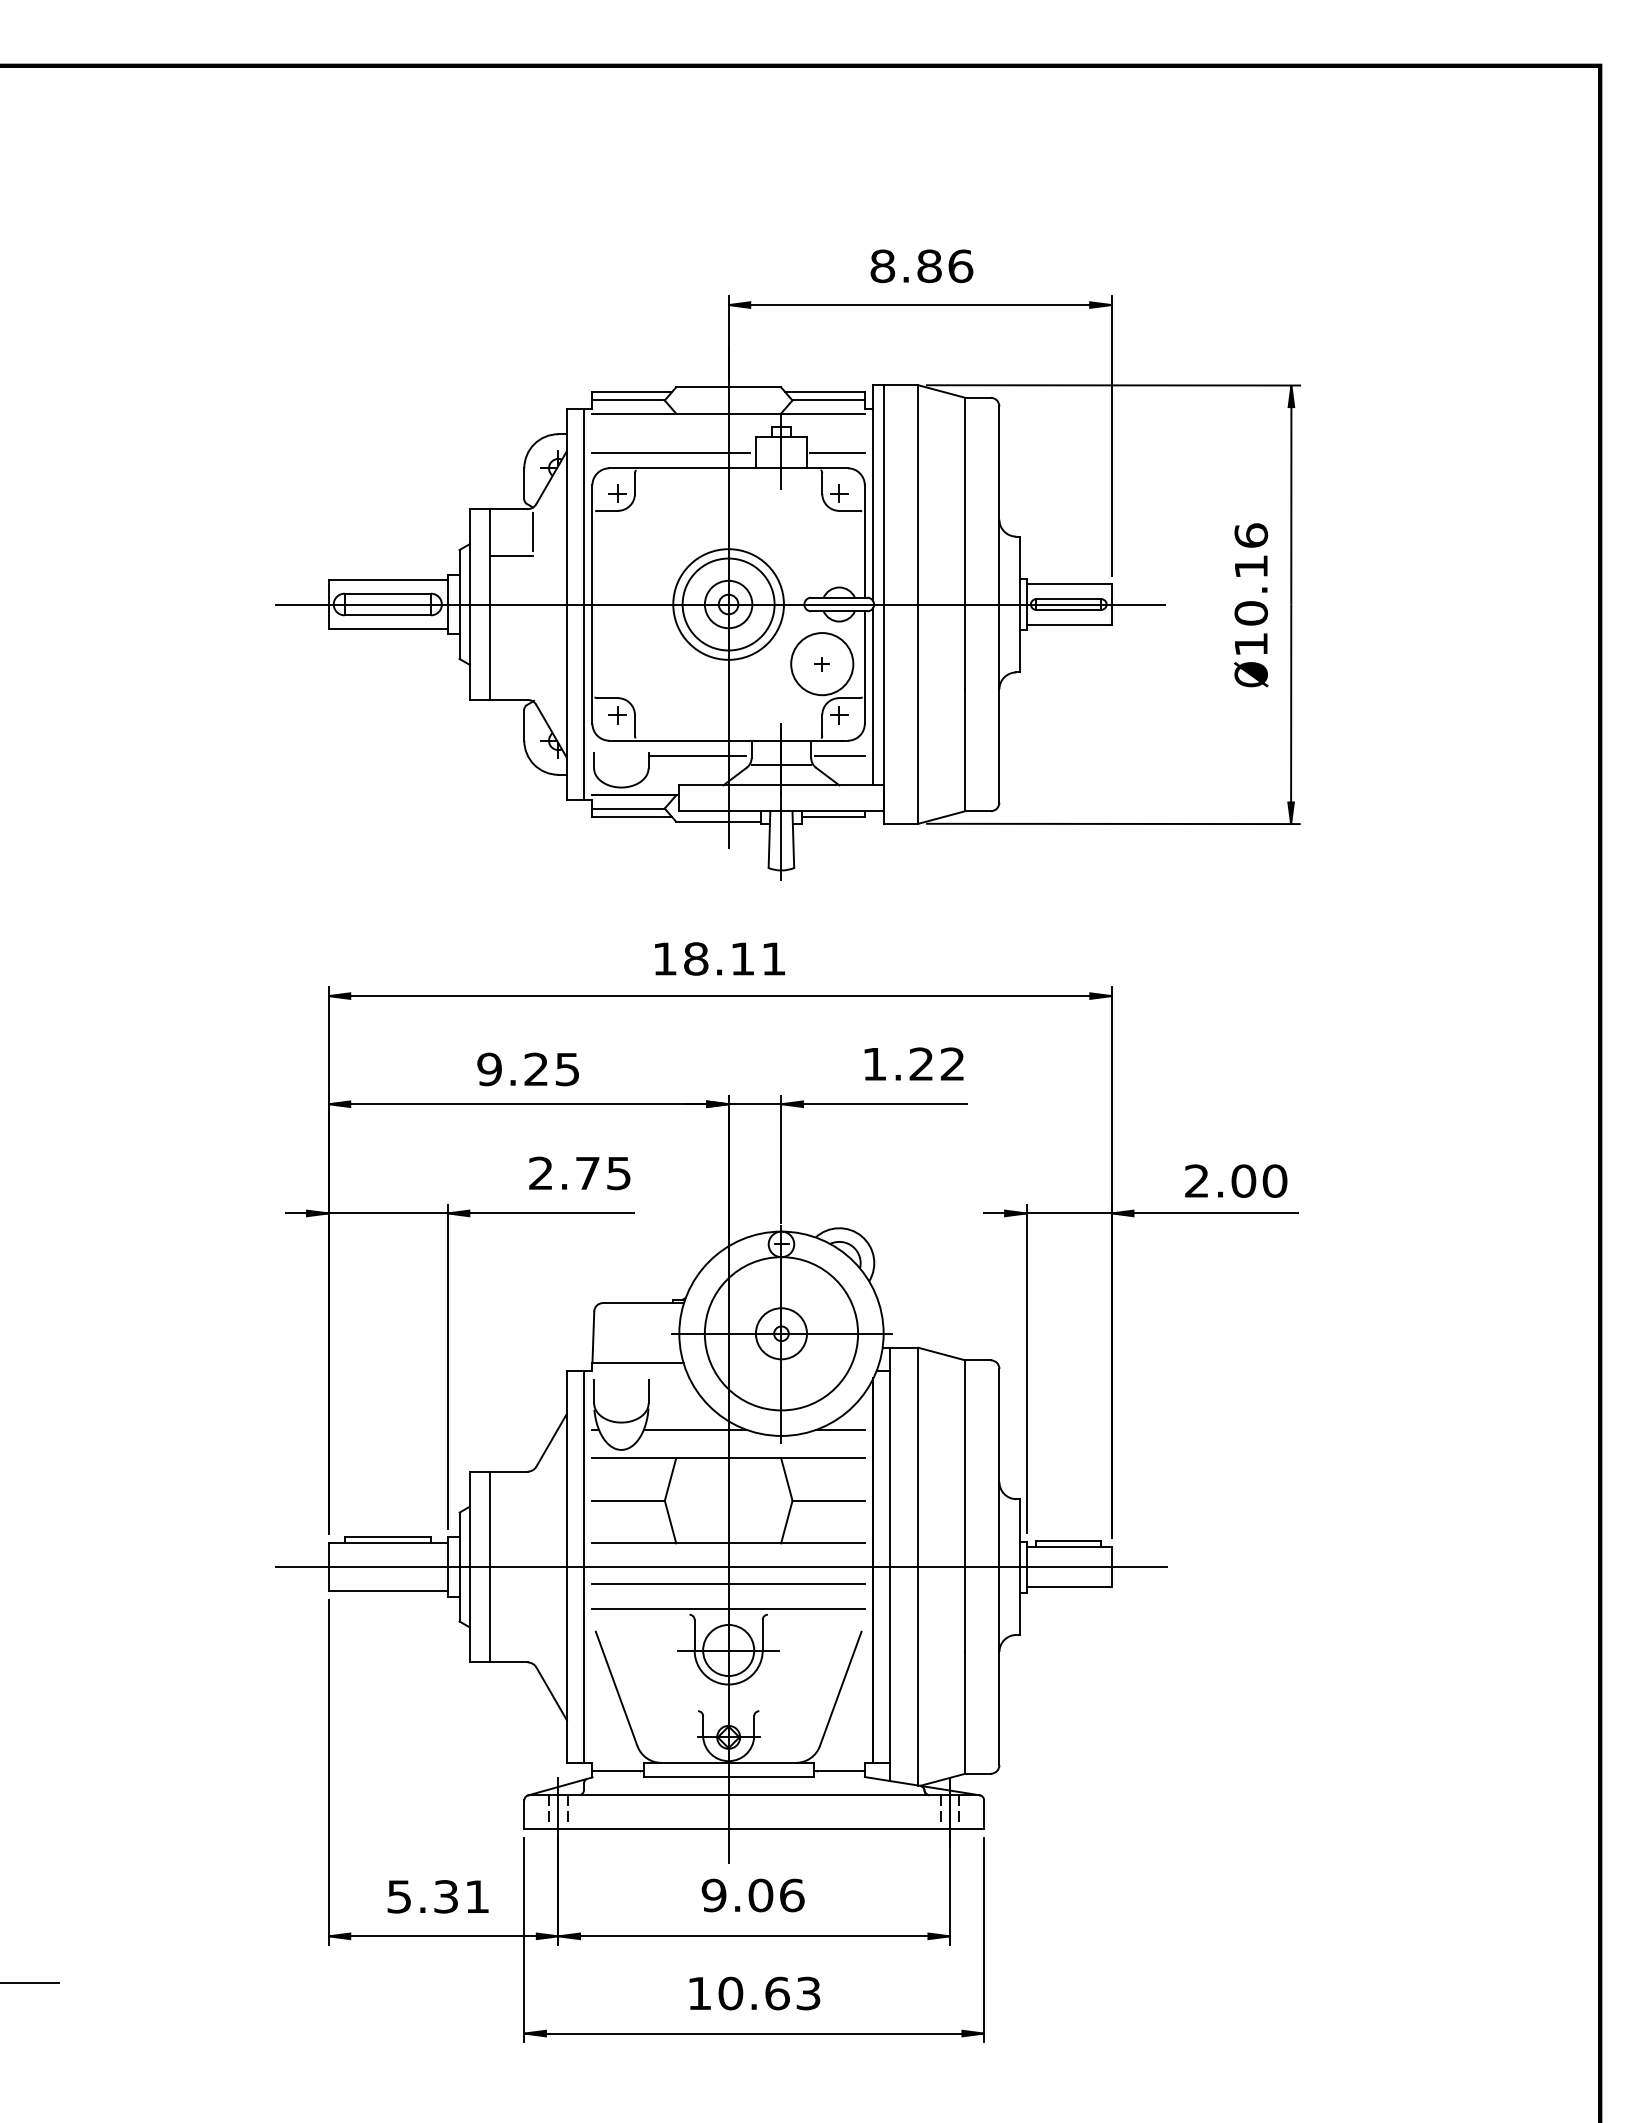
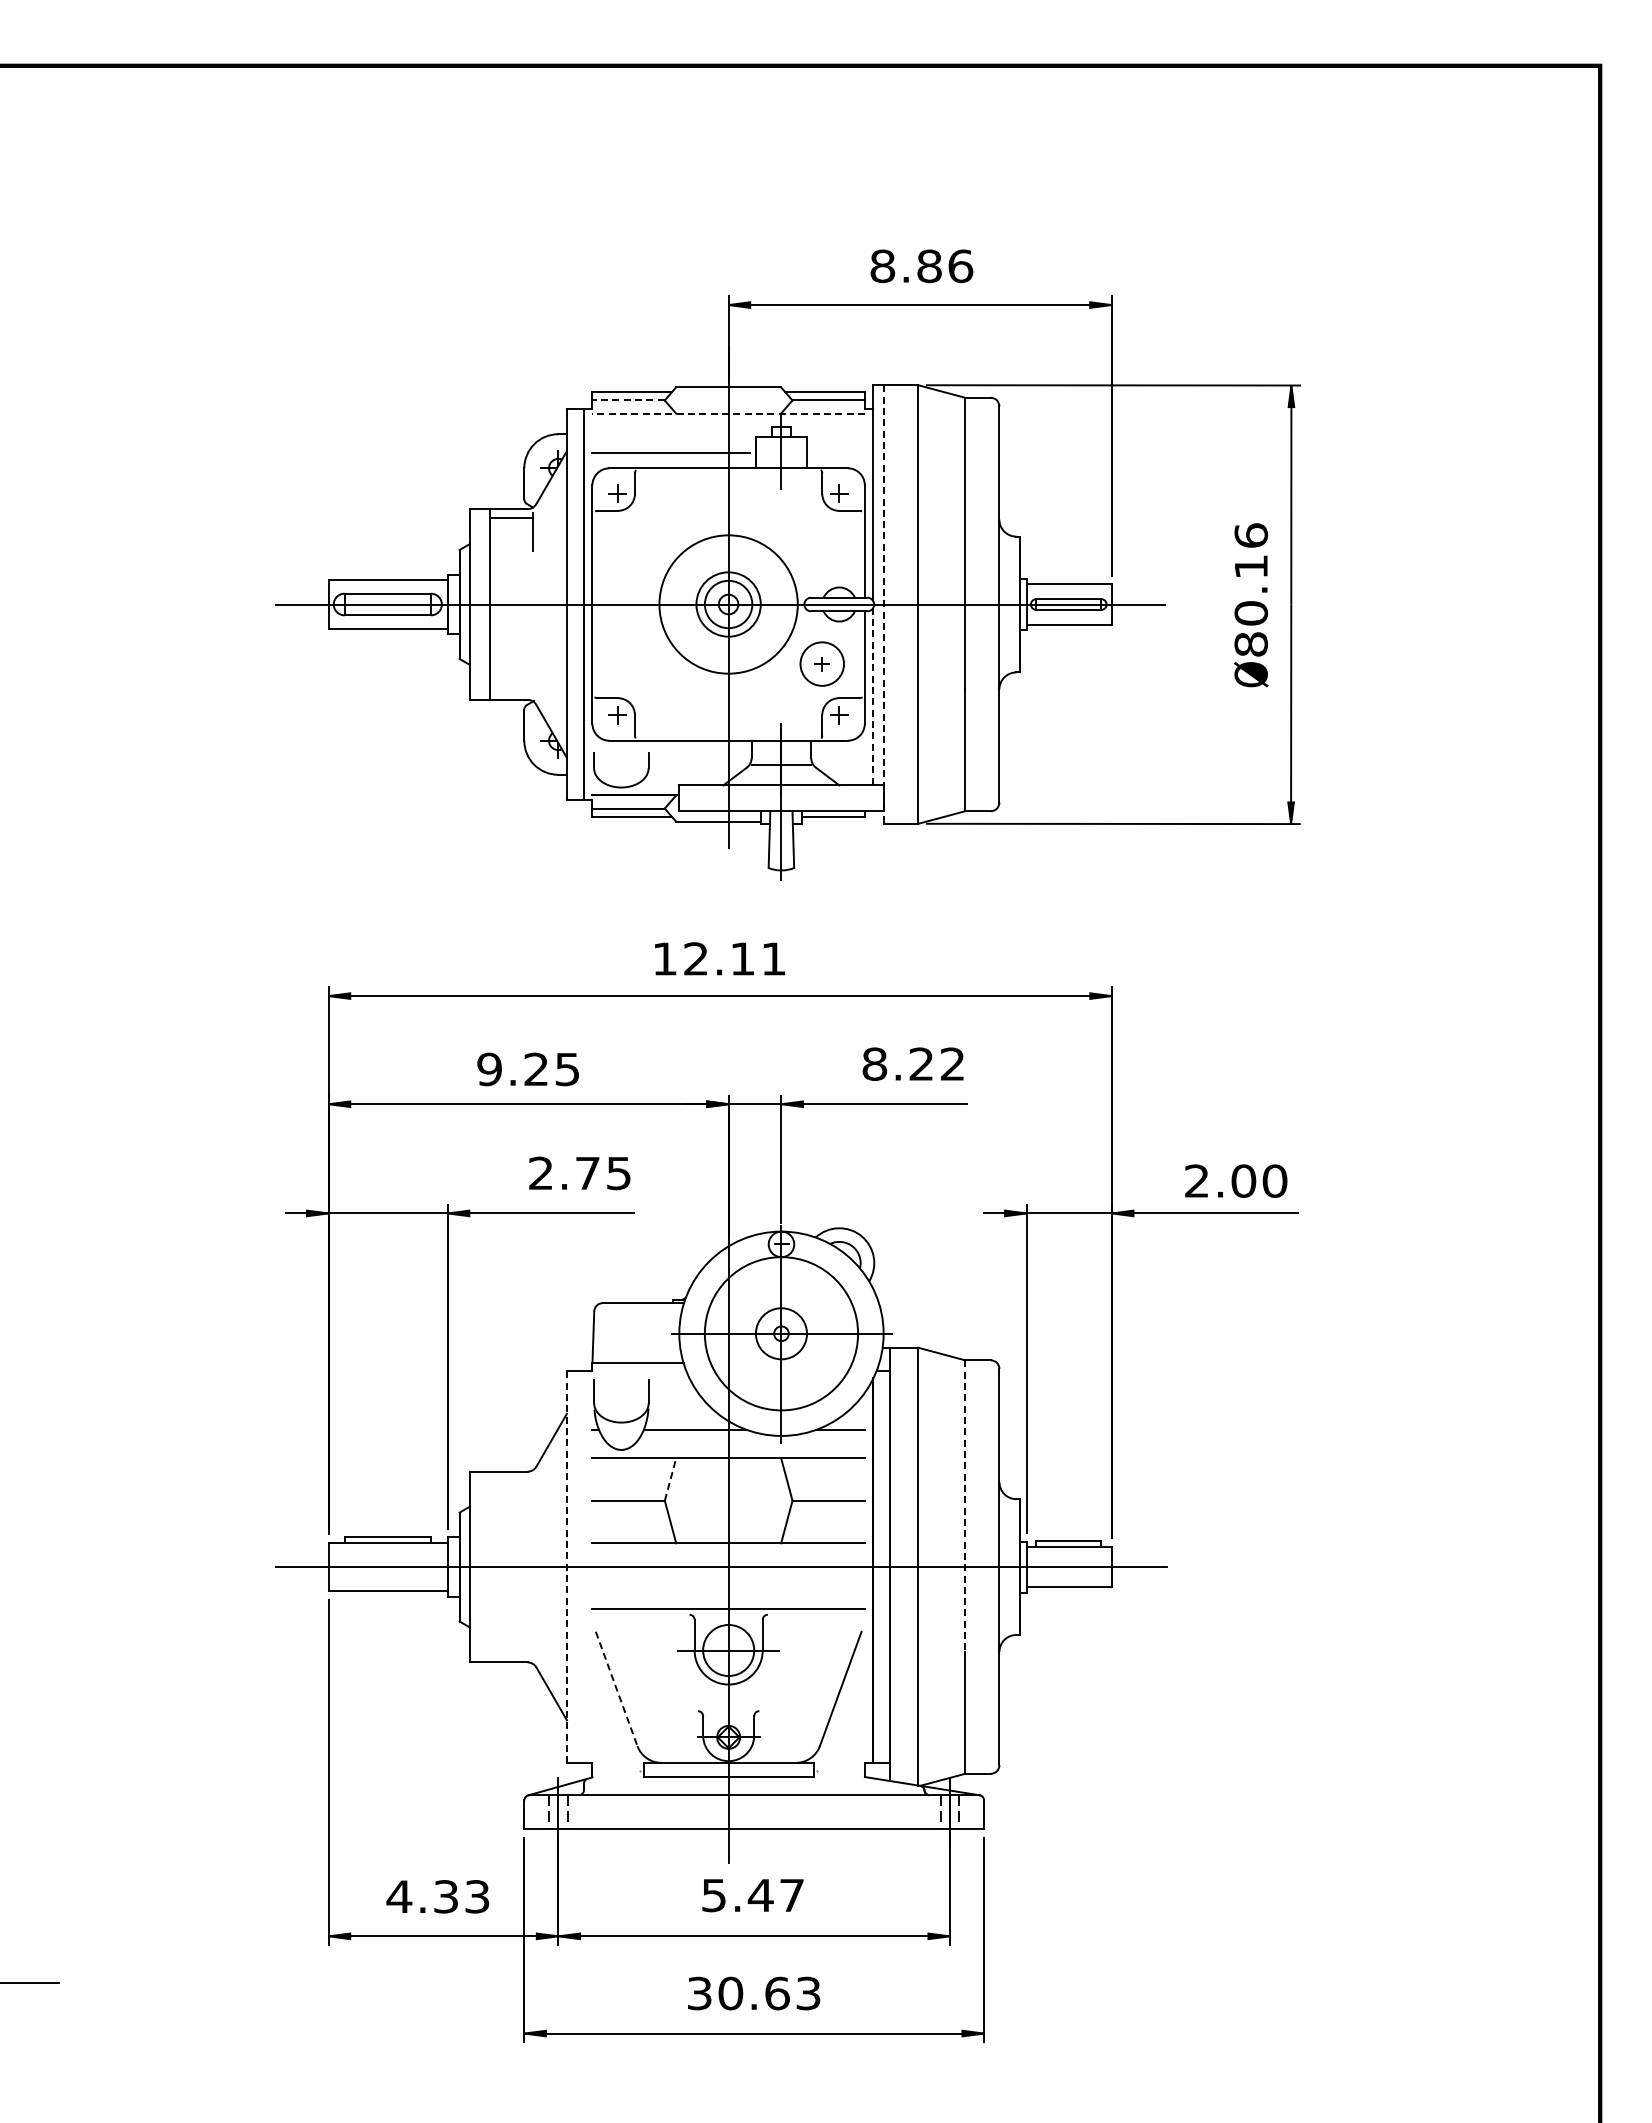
line at (628, 400): solid -> dashed
line at (728, 413): solid -> dashed
line at (836, 452): present -> none
line at (511, 556) position: (511, 556) -> (511, 518)
circle at (728, 604) diameter: 111 px -> 138 px
circle at (728, 604) diameter: 92 px -> 64 px
line at (883, 605): solid -> dashed
text at (1250, 644): 10.16 -> 80.16
circle at (822, 664) diameter: 62 px -> 44 px
line at (873, 696): solid -> dashed
line at (697, 756): present -> none
line at (839, 756): present -> none
text at (696, 958): 18.11 -> 12.11
text at (874, 1063): 1.22 -> 8.22
line at (670, 1479): solid -> dashed
line at (965, 1506): solid -> dashed
line at (490, 1566): present -> none
line at (583, 1566): present -> none
line at (566, 1567): solid -> dashed
line at (728, 1583): present -> none
line at (616, 1688): solid -> dashed
line at (617, 1771): present -> none
line at (838, 1771): present -> none
text at (752, 1895): 9.06 -> 5.47
text at (437, 1896): 5.31 -> 4.33
text at (699, 1993): 10.63 -> 30.63
